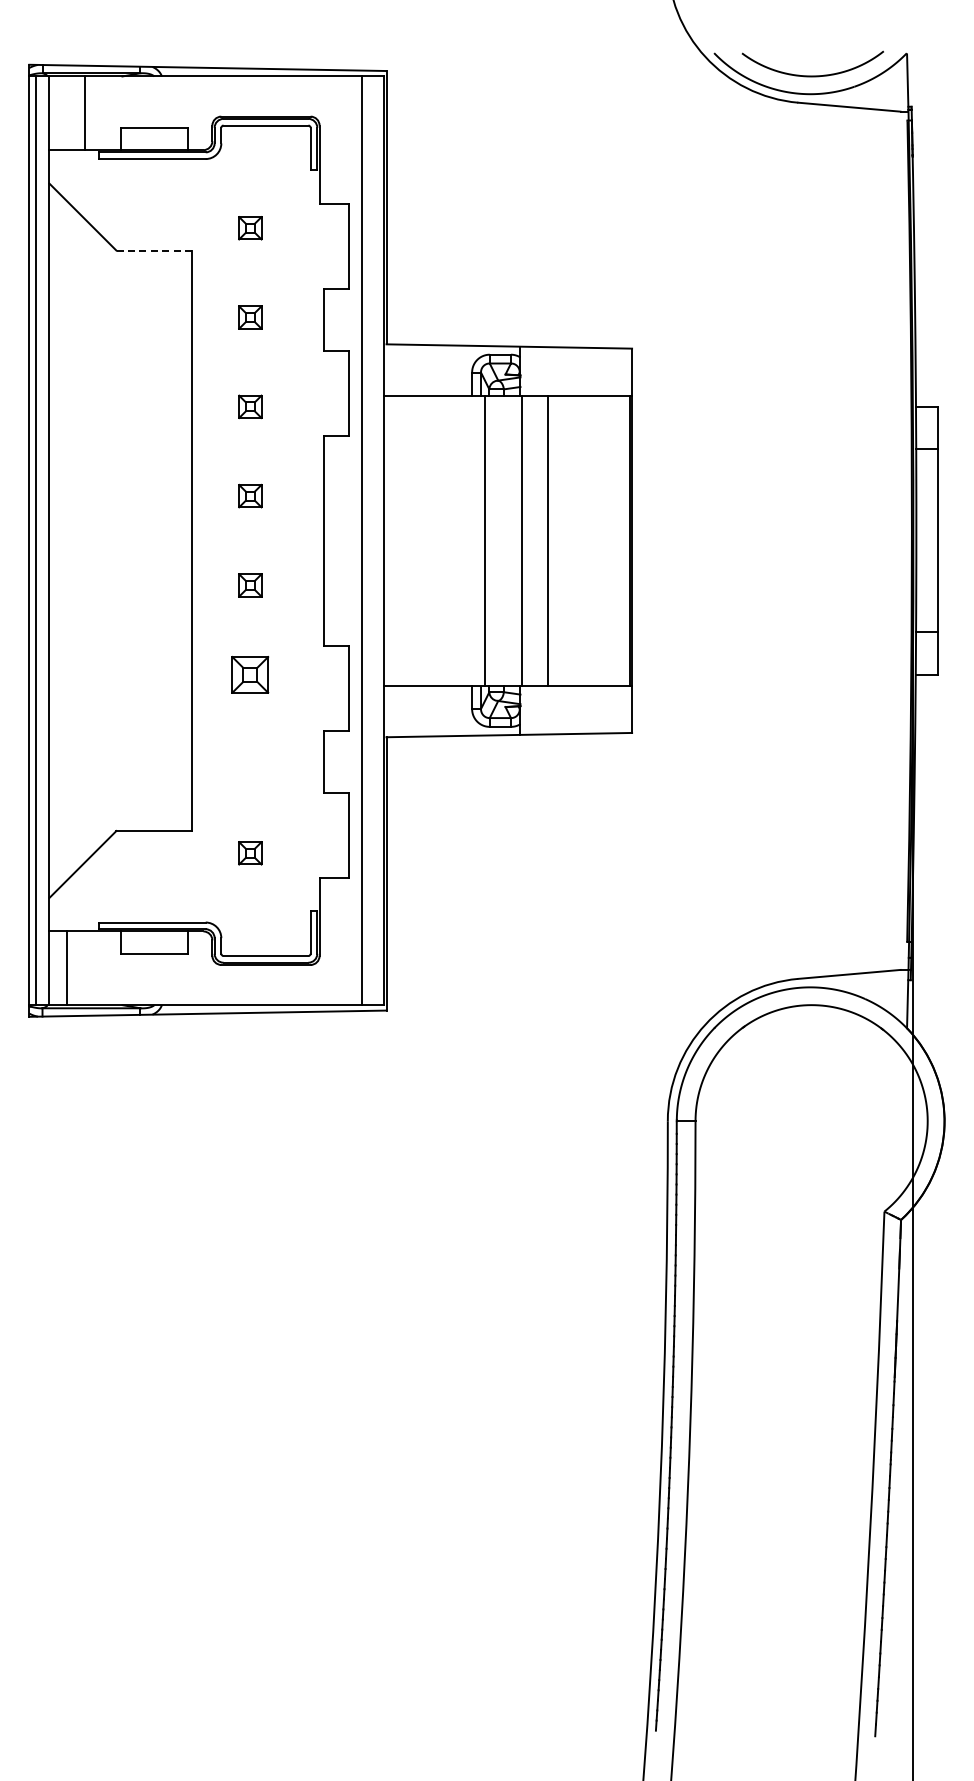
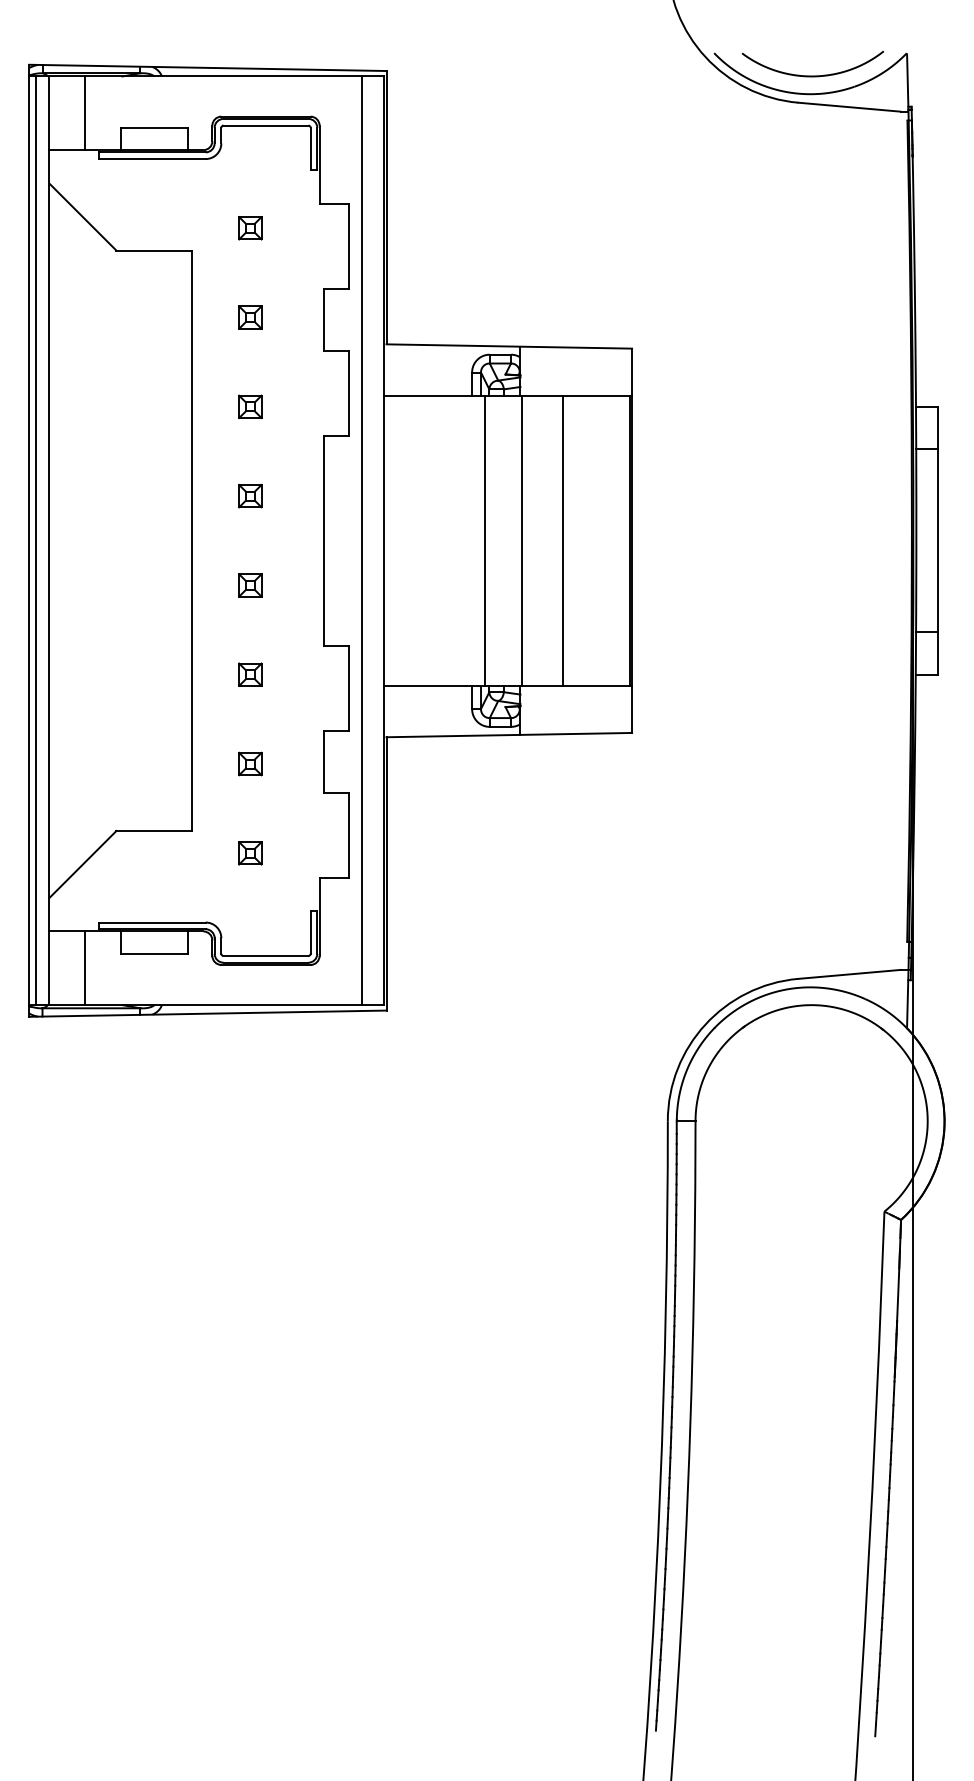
line at (154, 250): dashed -> solid
line at (547, 540) position: (547, 540) -> (562, 540)
part at (250, 674) size: 39x38 px -> 25x25 px
part at (250, 763): none -> present
line at (67, 968) position: (67, 968) -> (85, 968)
